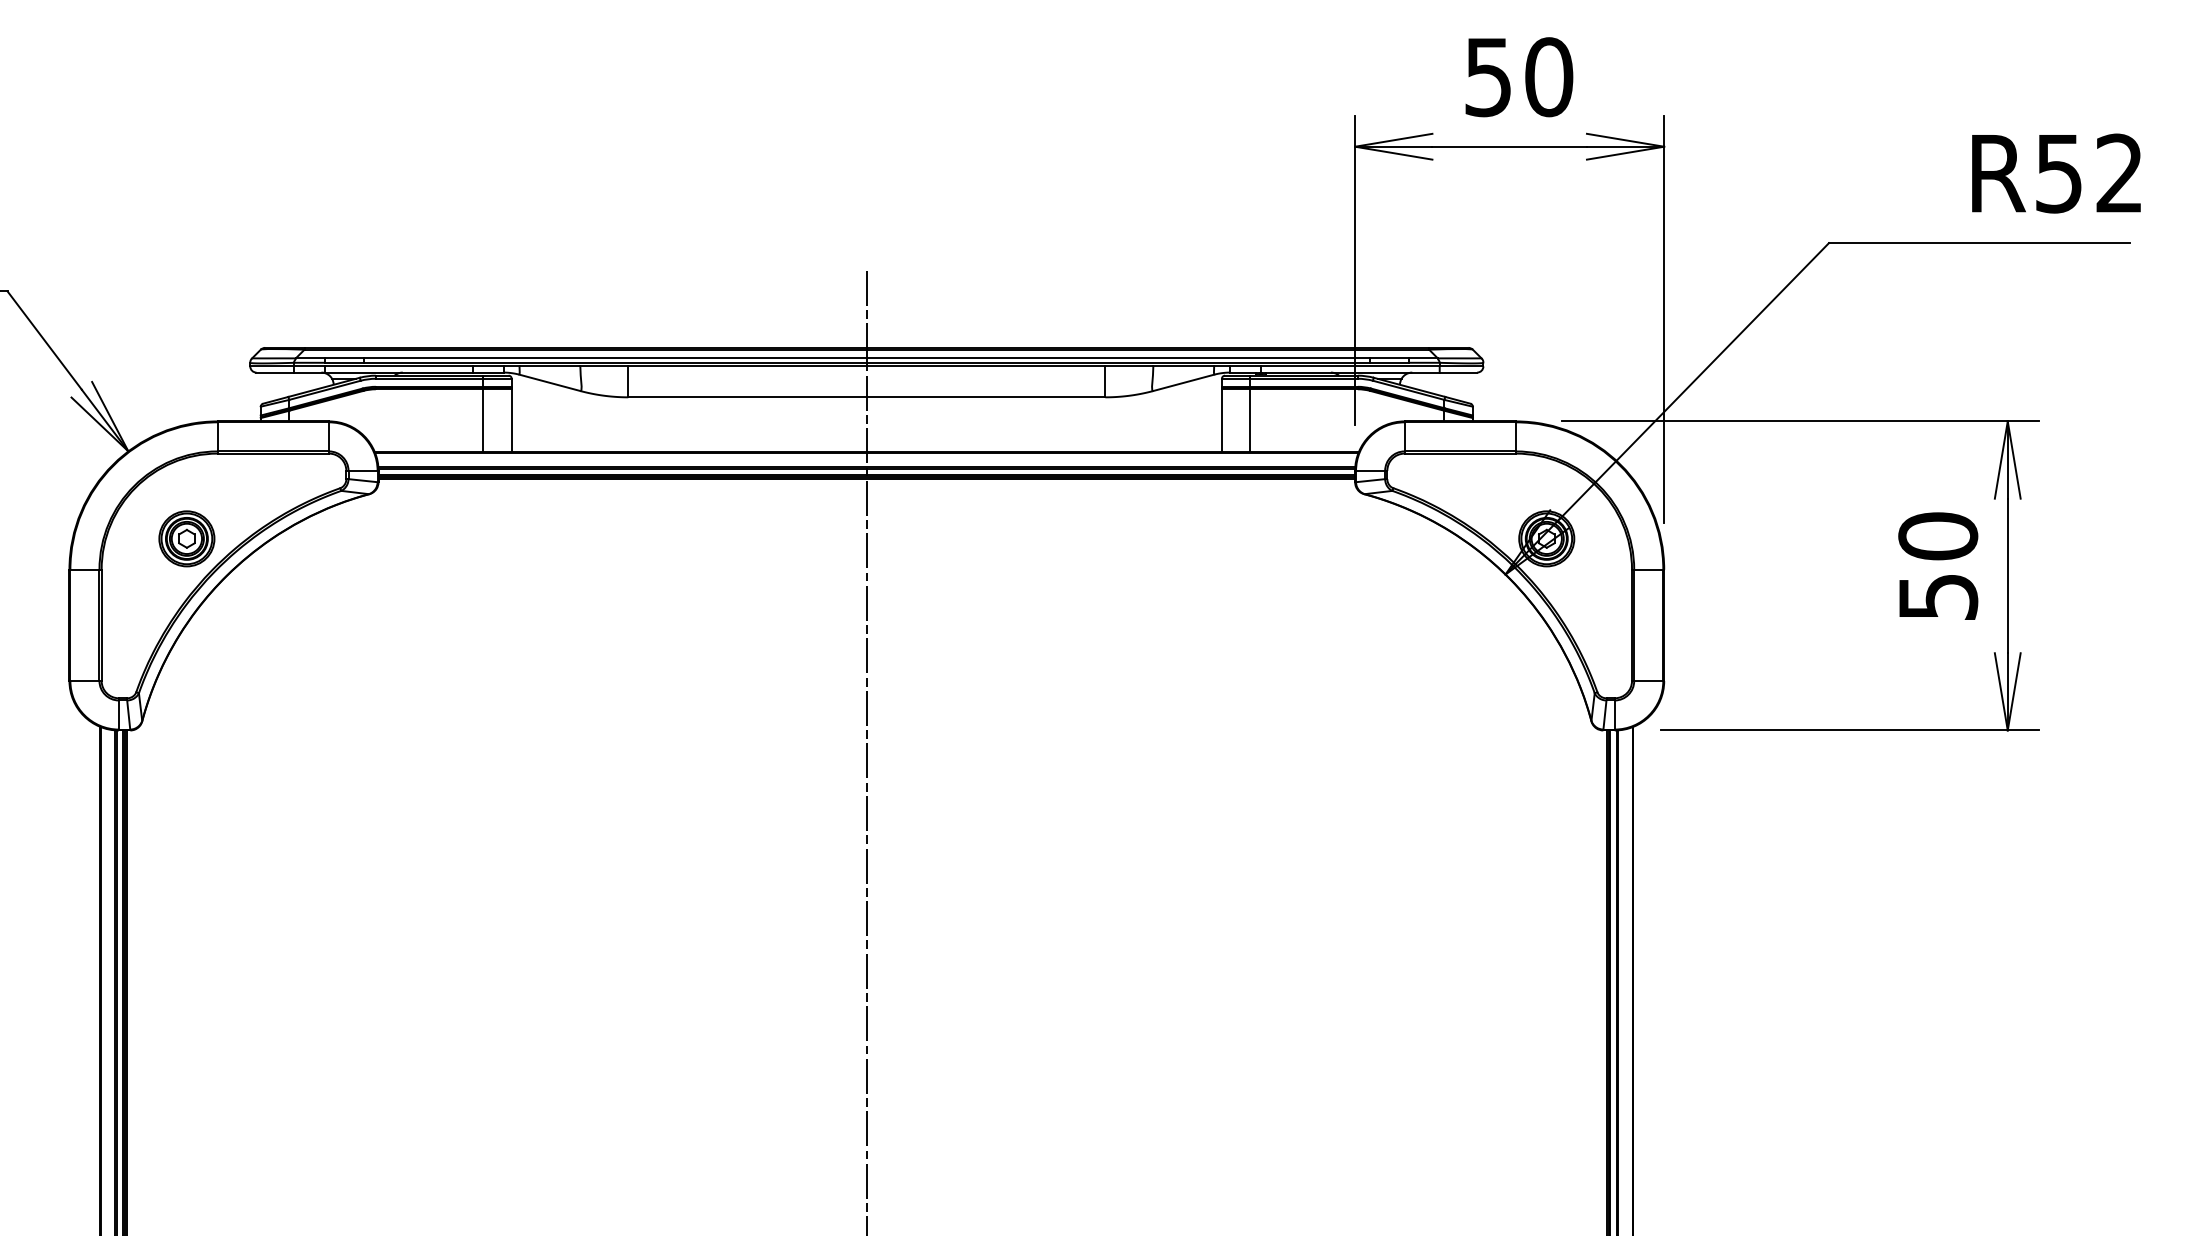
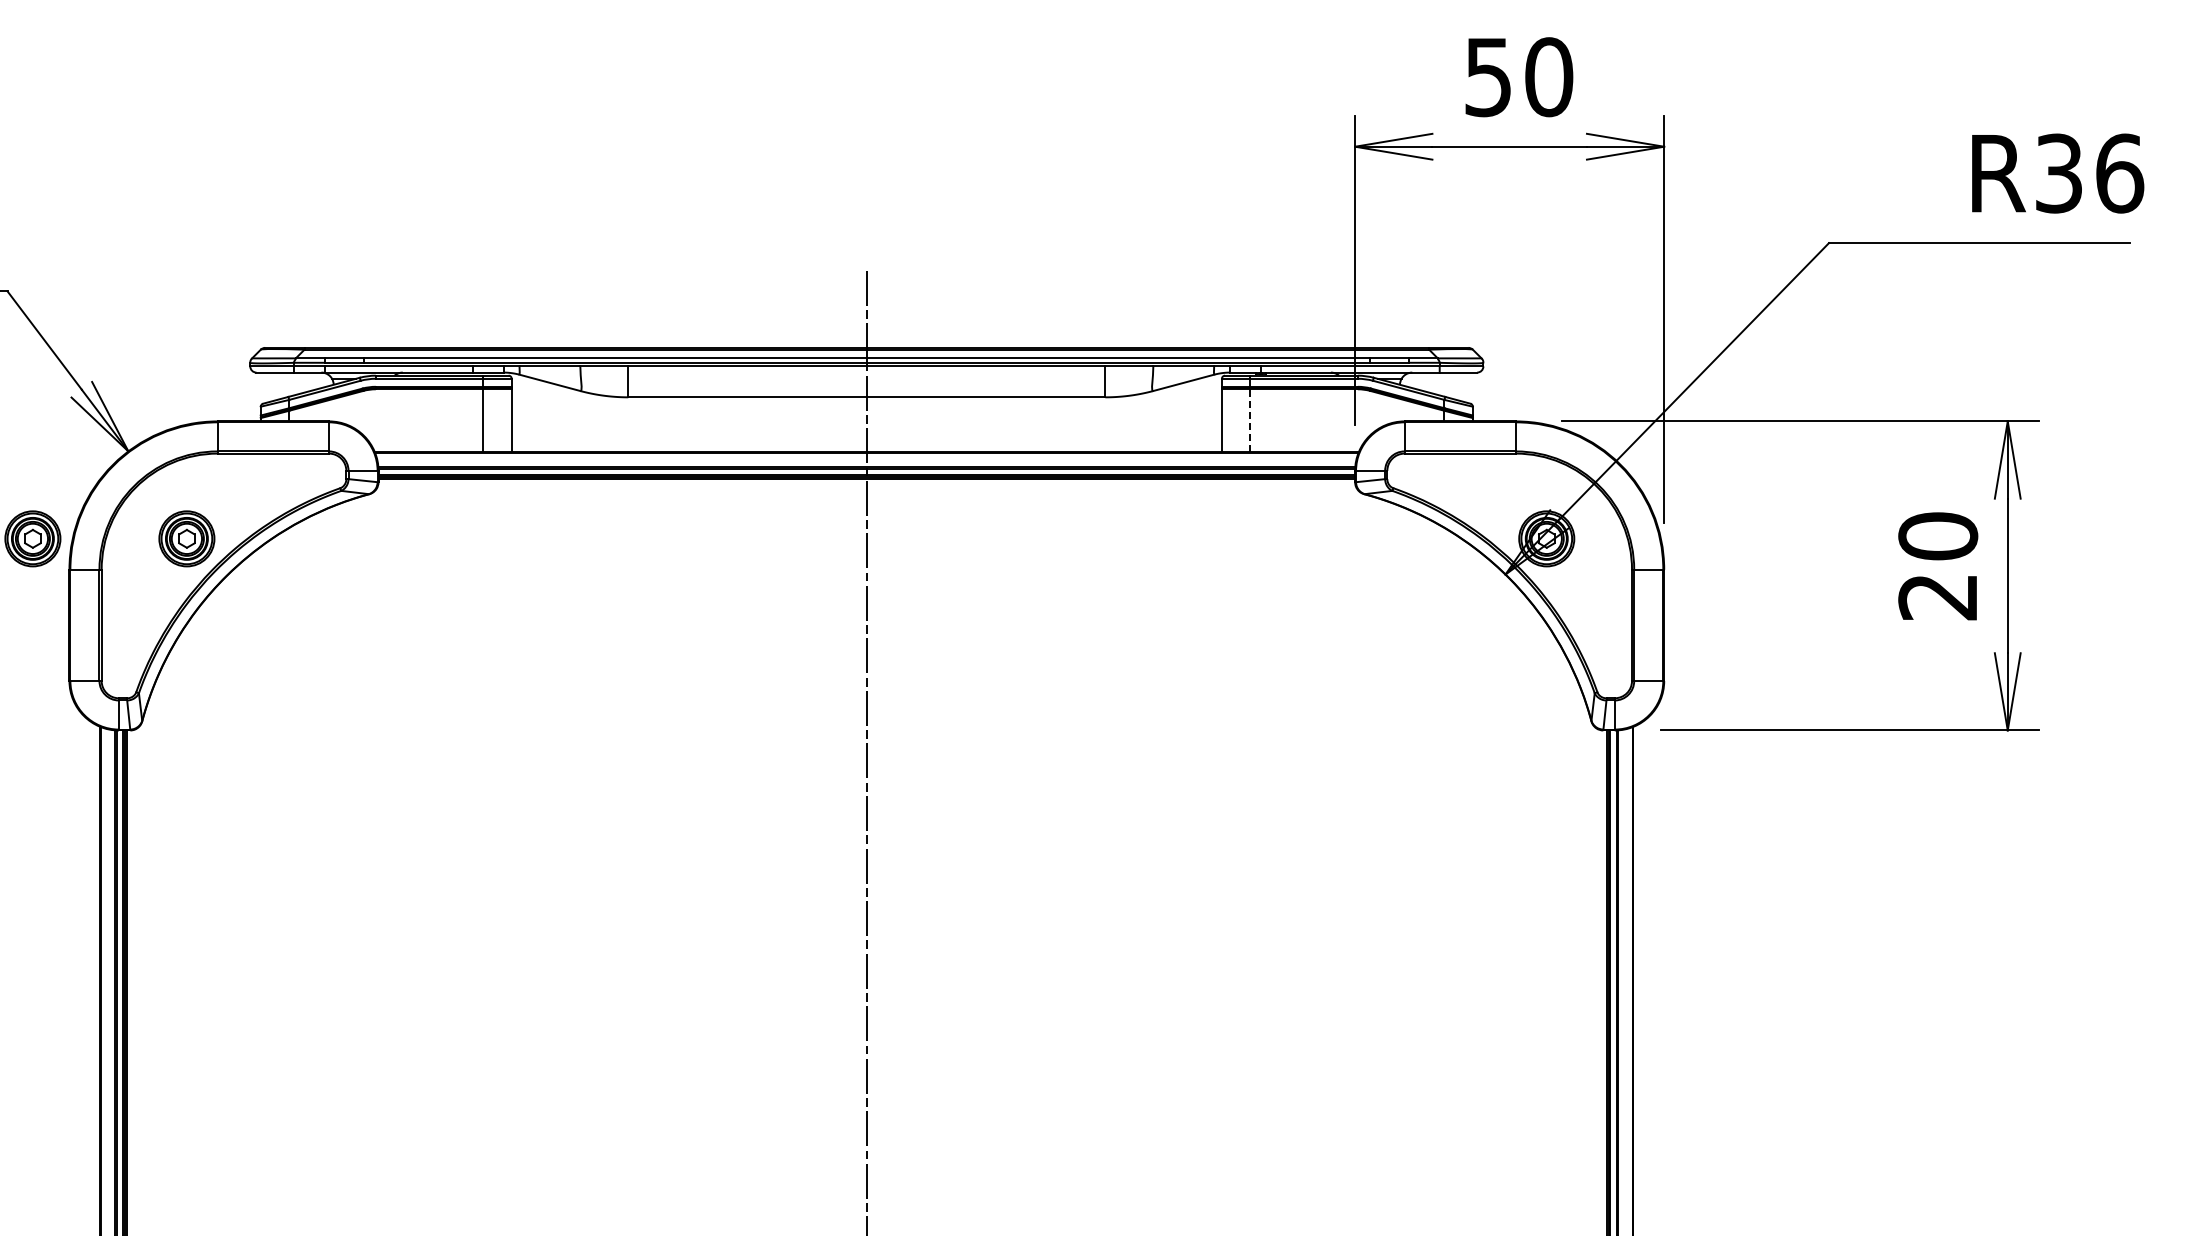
text at (2090, 173): R52 -> R36
line at (1250, 420): solid -> dashed
part at (32, 538): none -> present
text at (1938, 597): 50 -> 20
